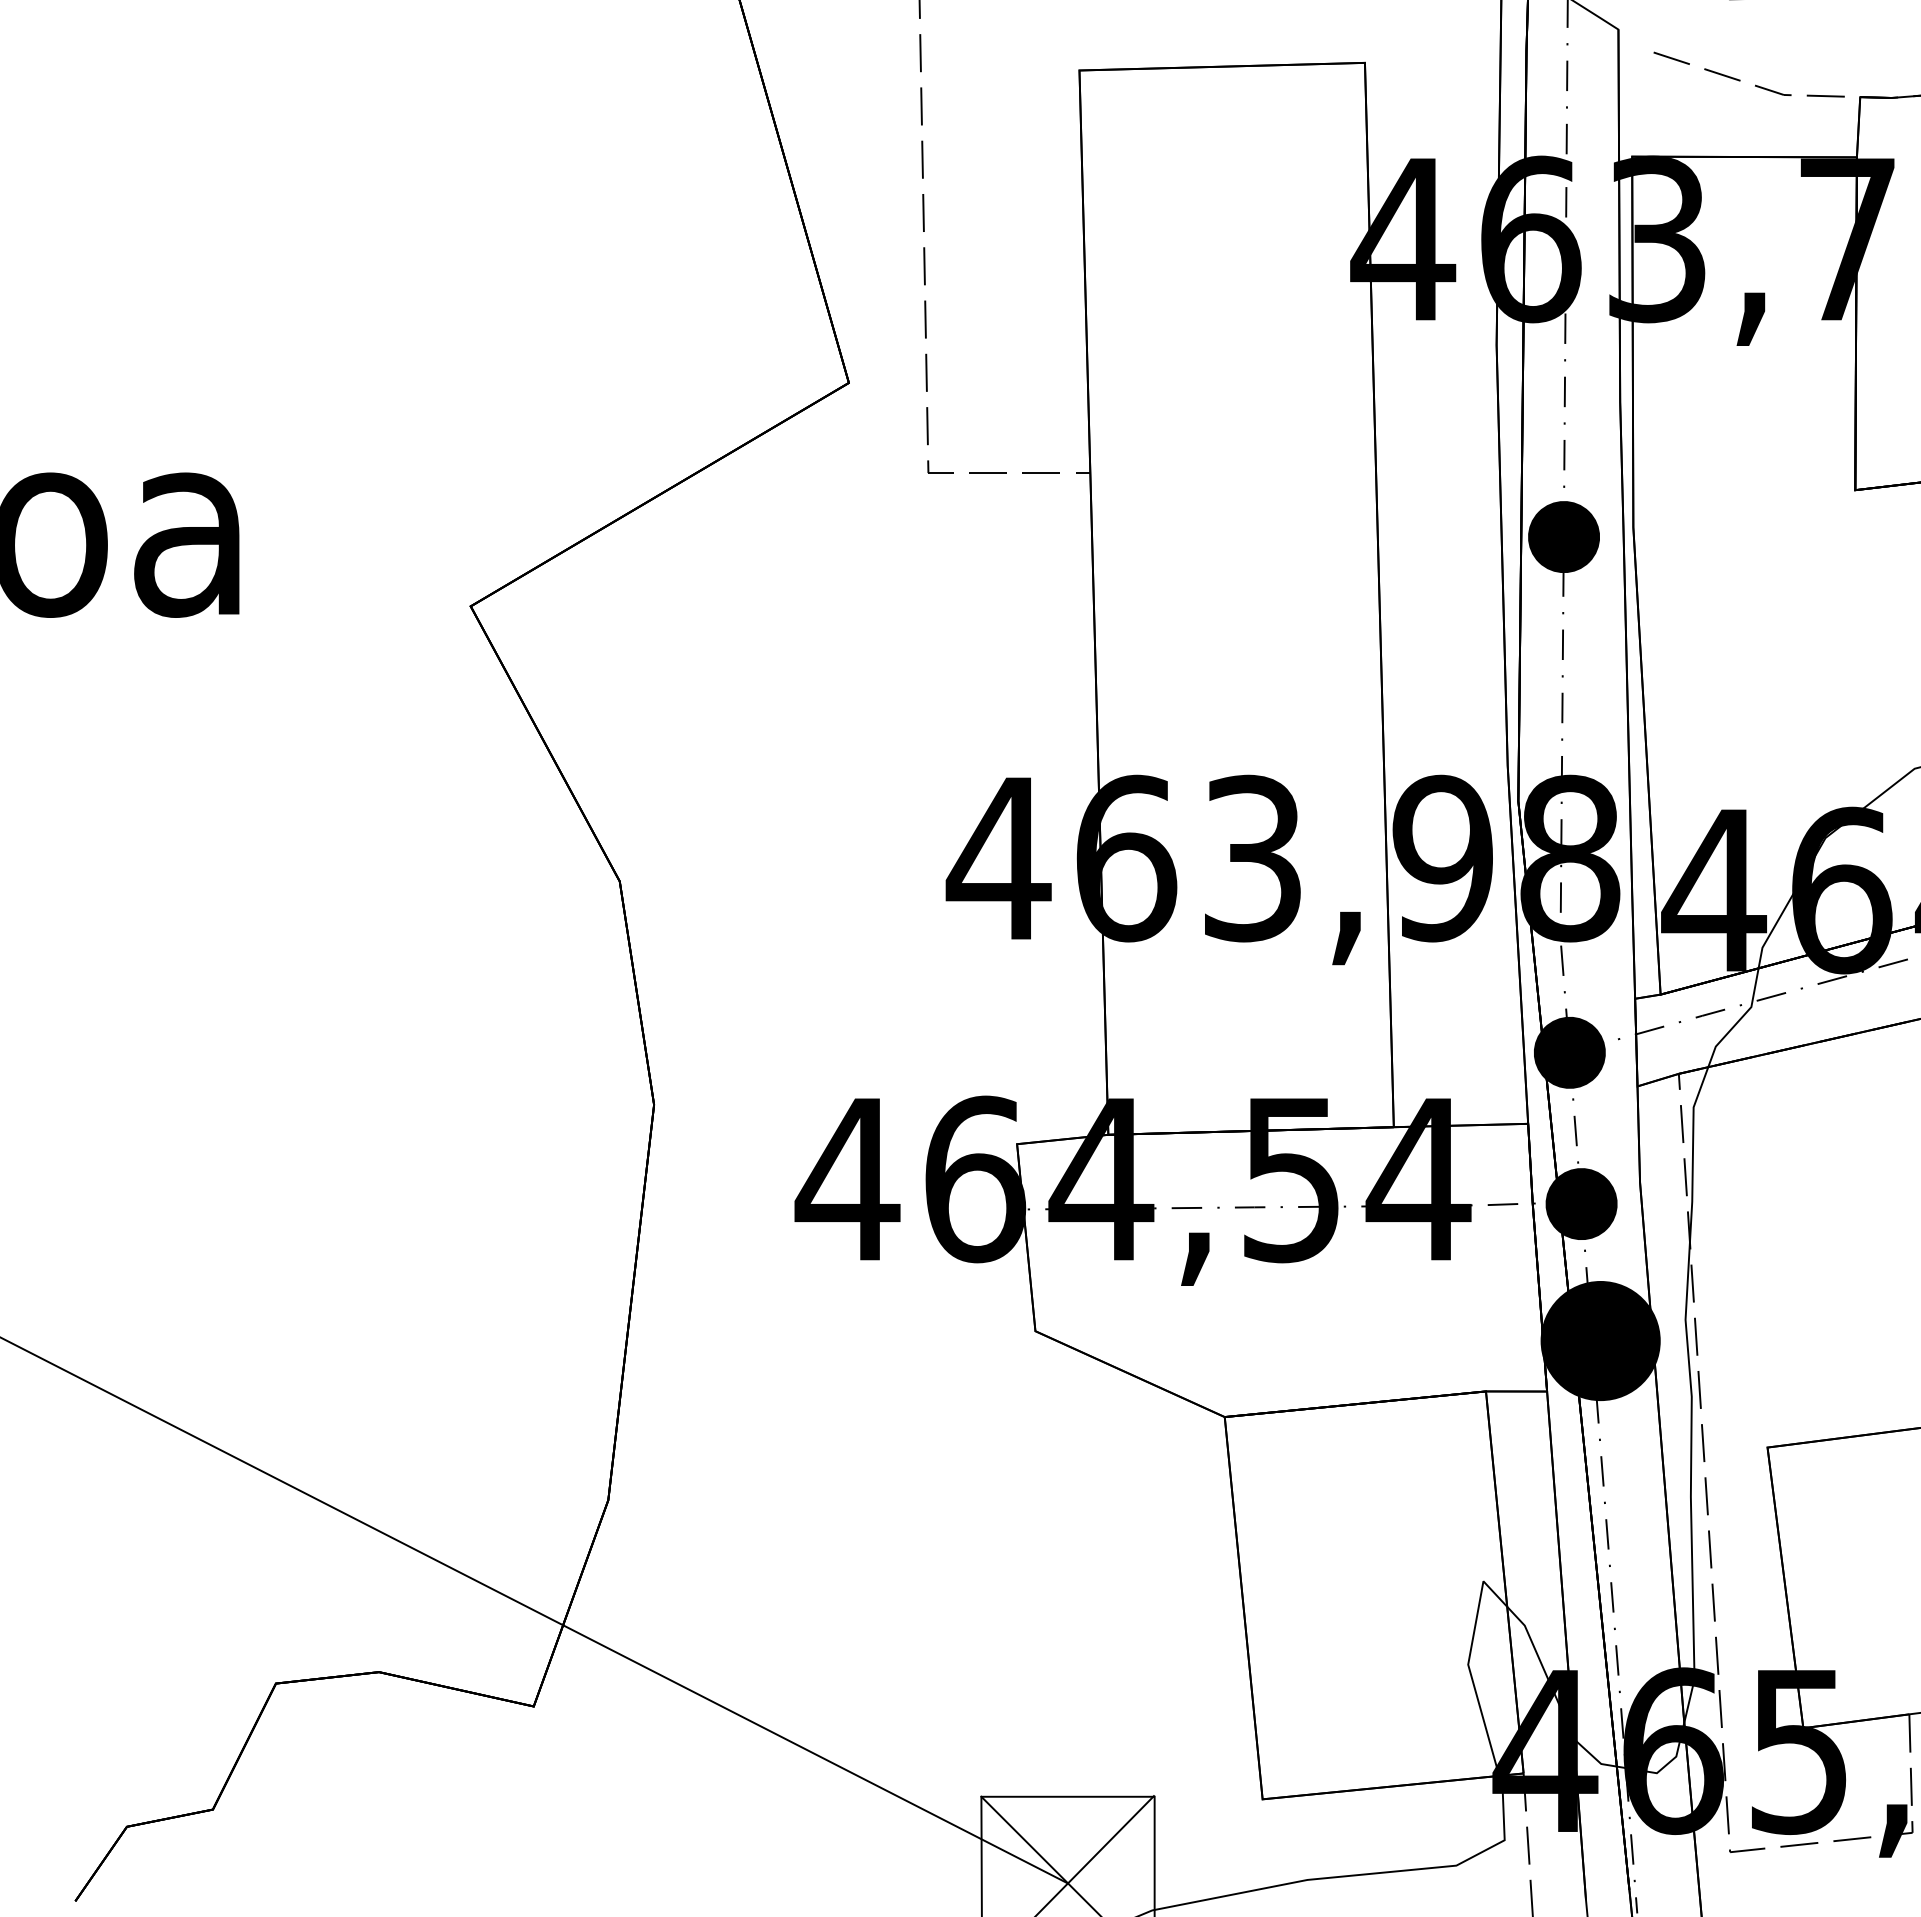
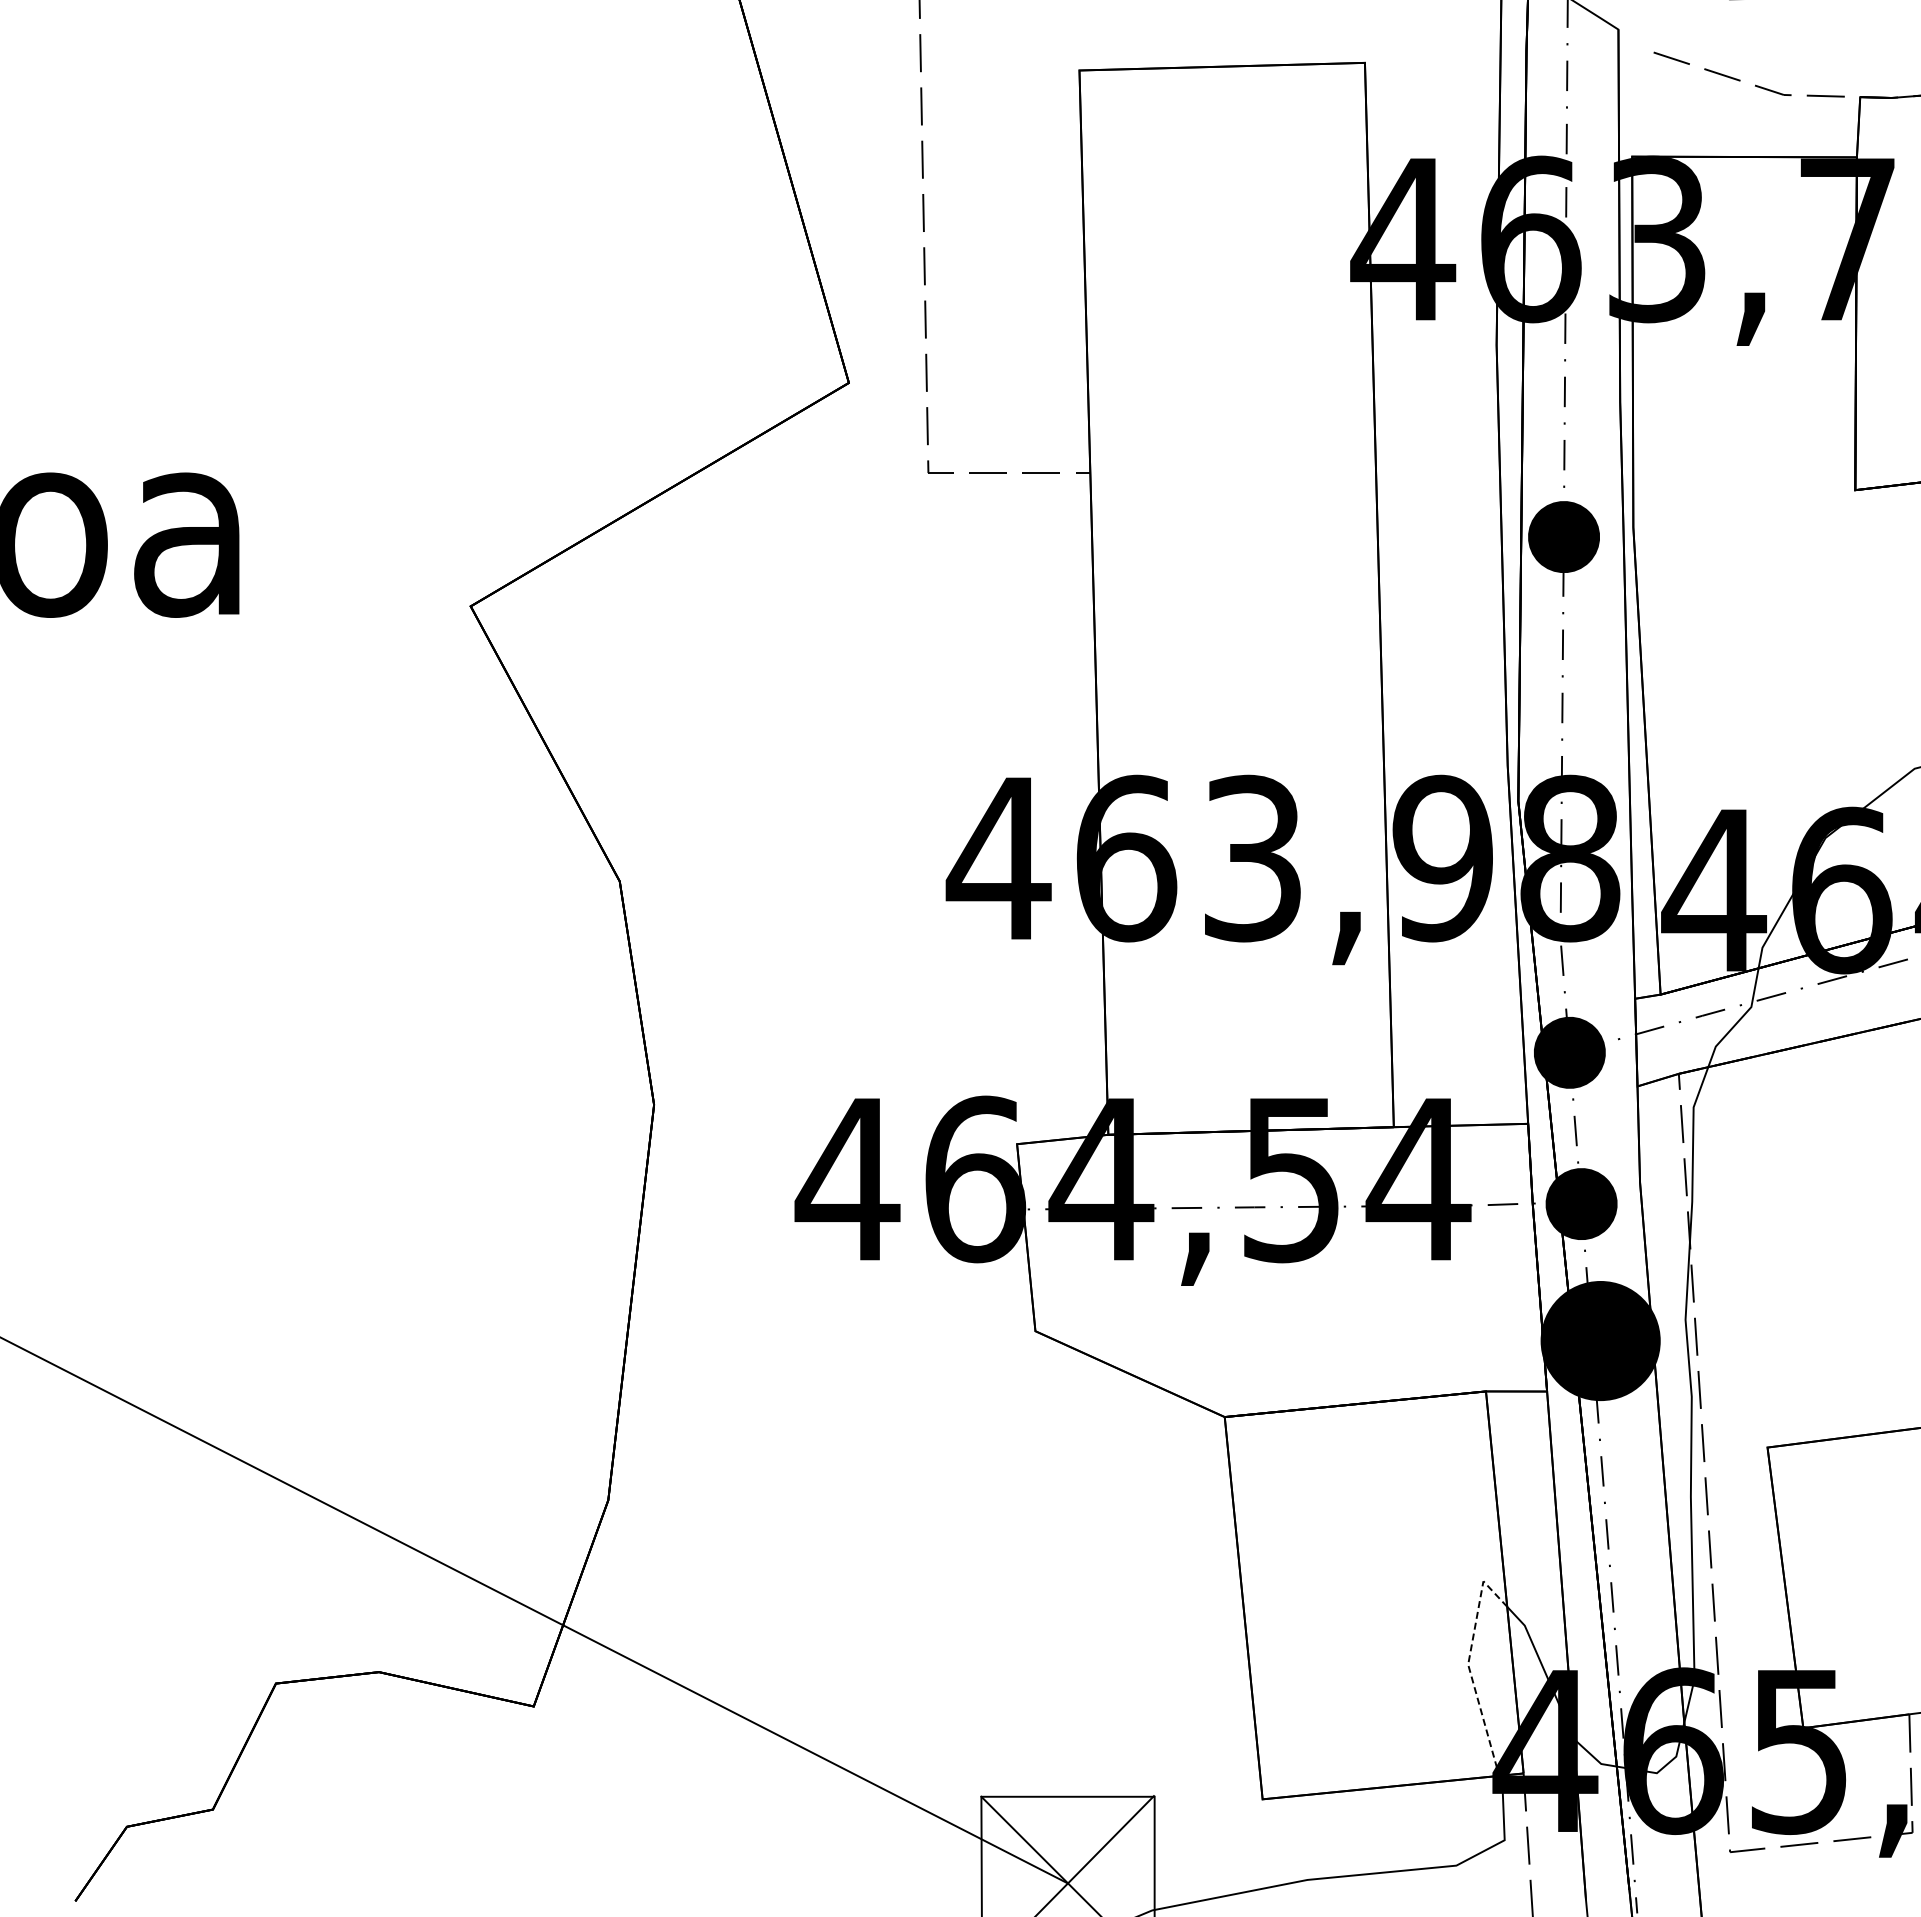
line at (1468, 1662): solid -> dashed
